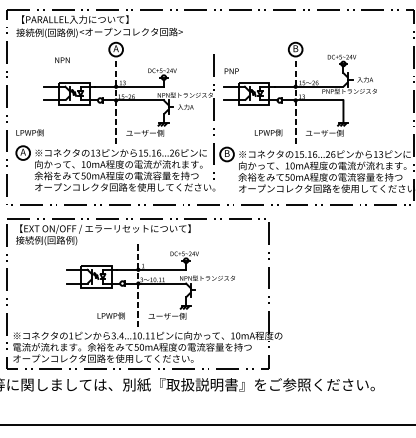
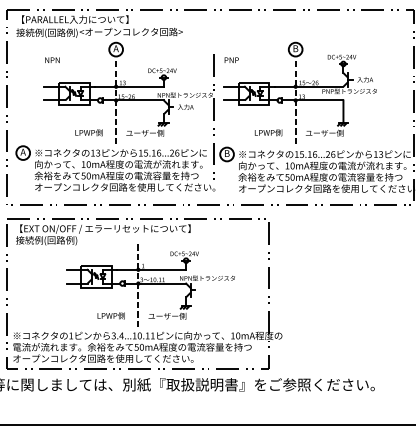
text at (62, 59) position: (62, 59) -> (52, 59)
text at (231, 70) position: (231, 70) -> (231, 59)
text at (29, 132) position: (29, 132) -> (88, 132)
